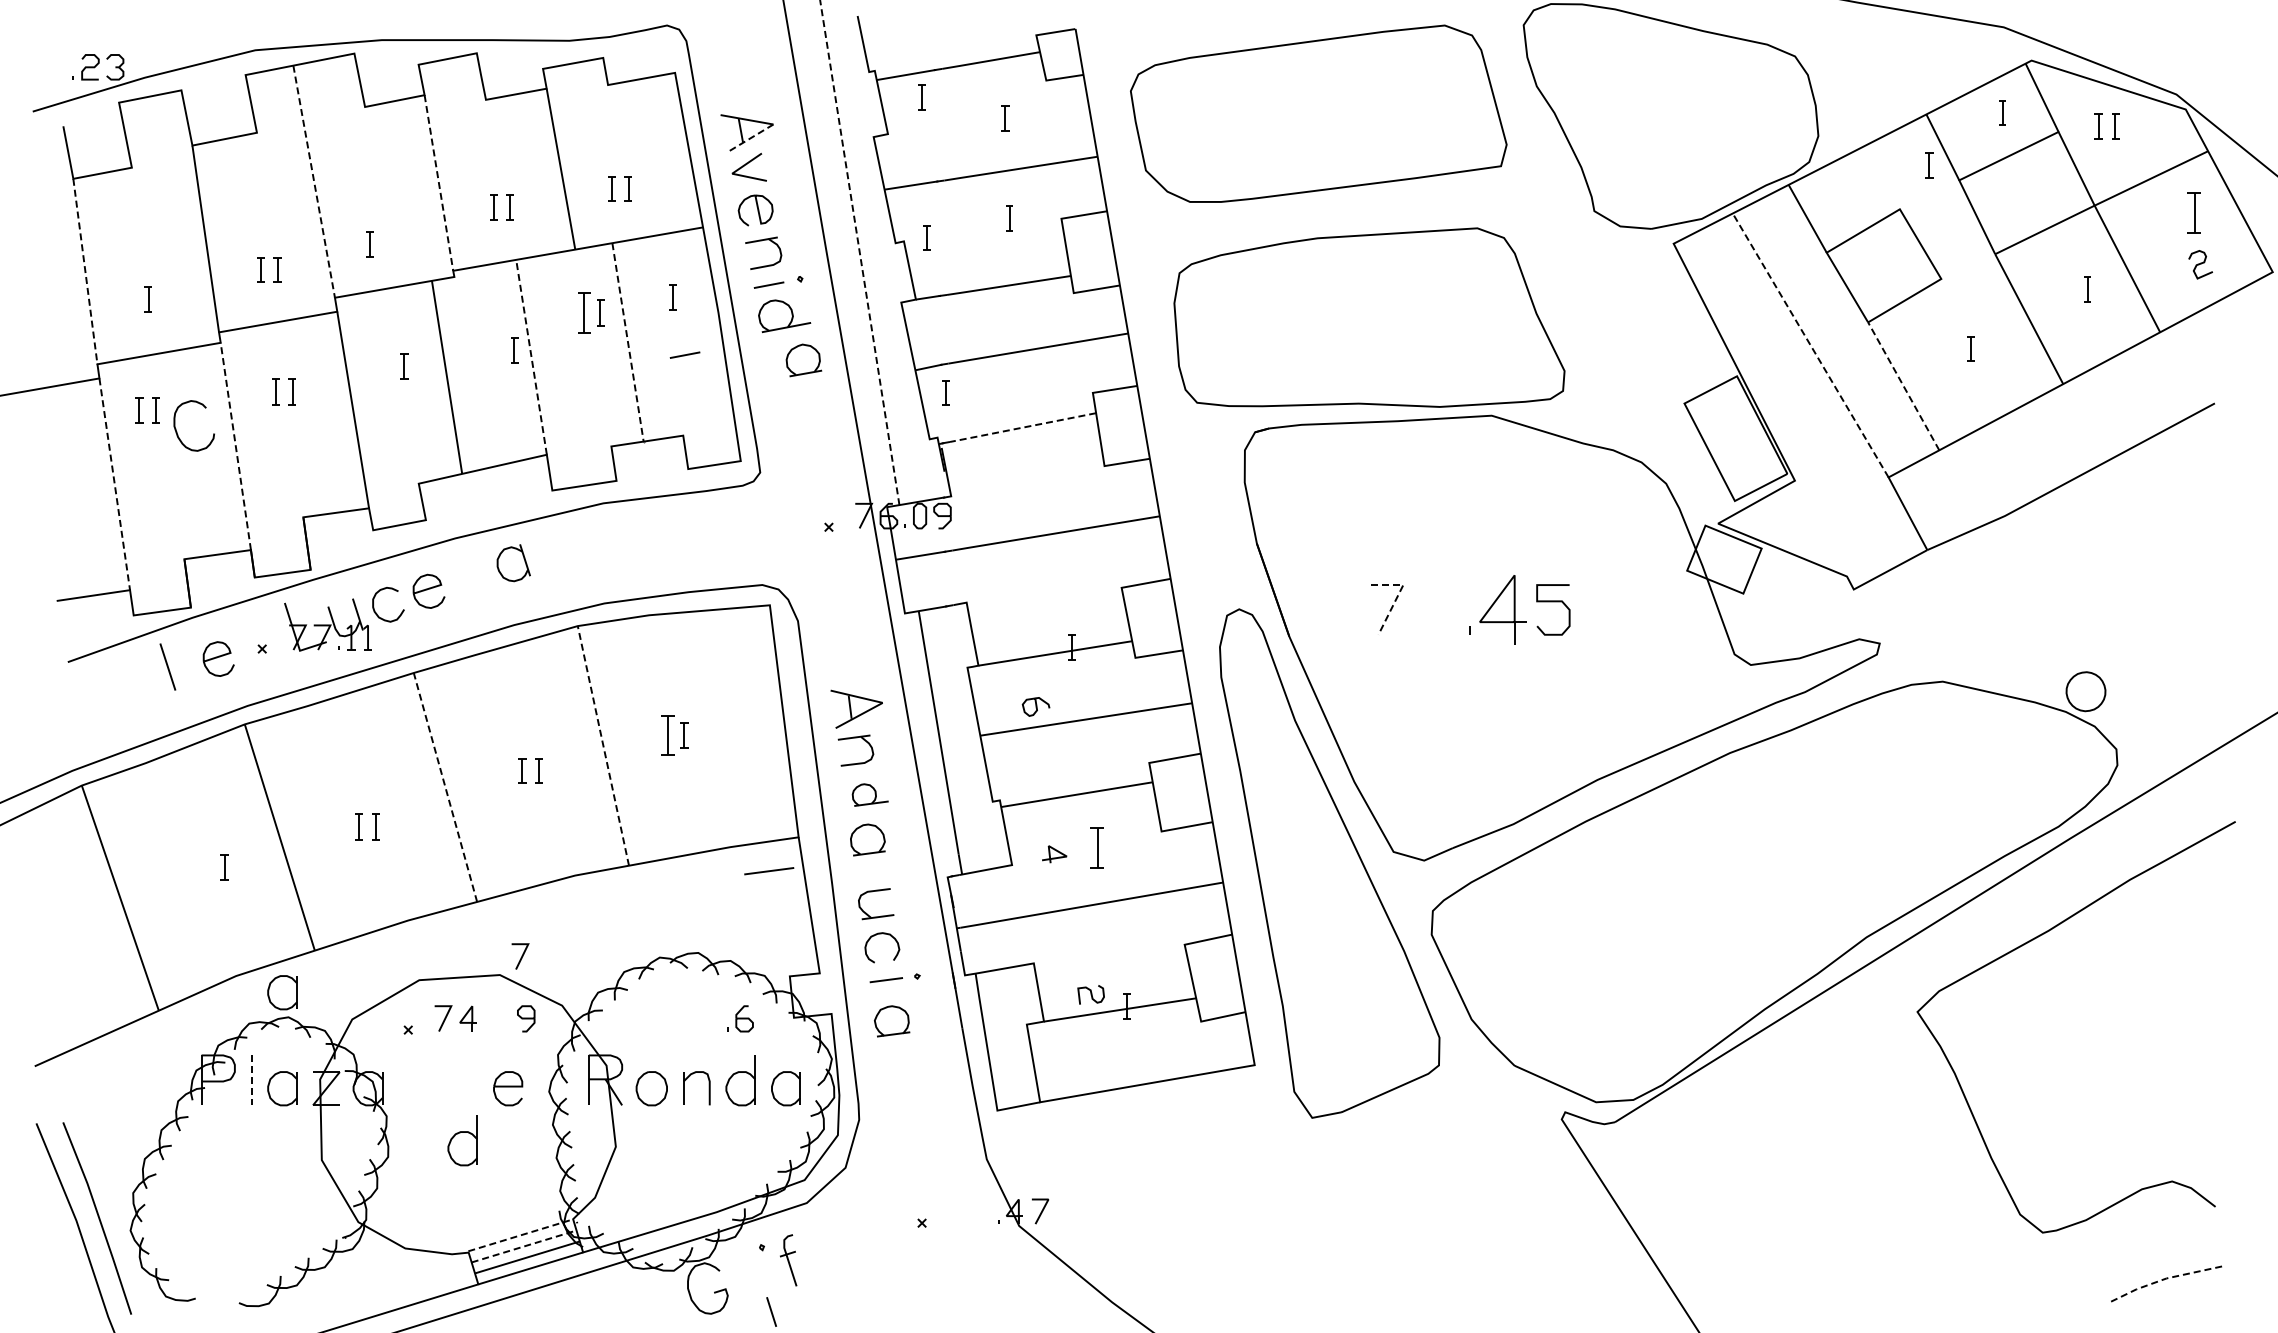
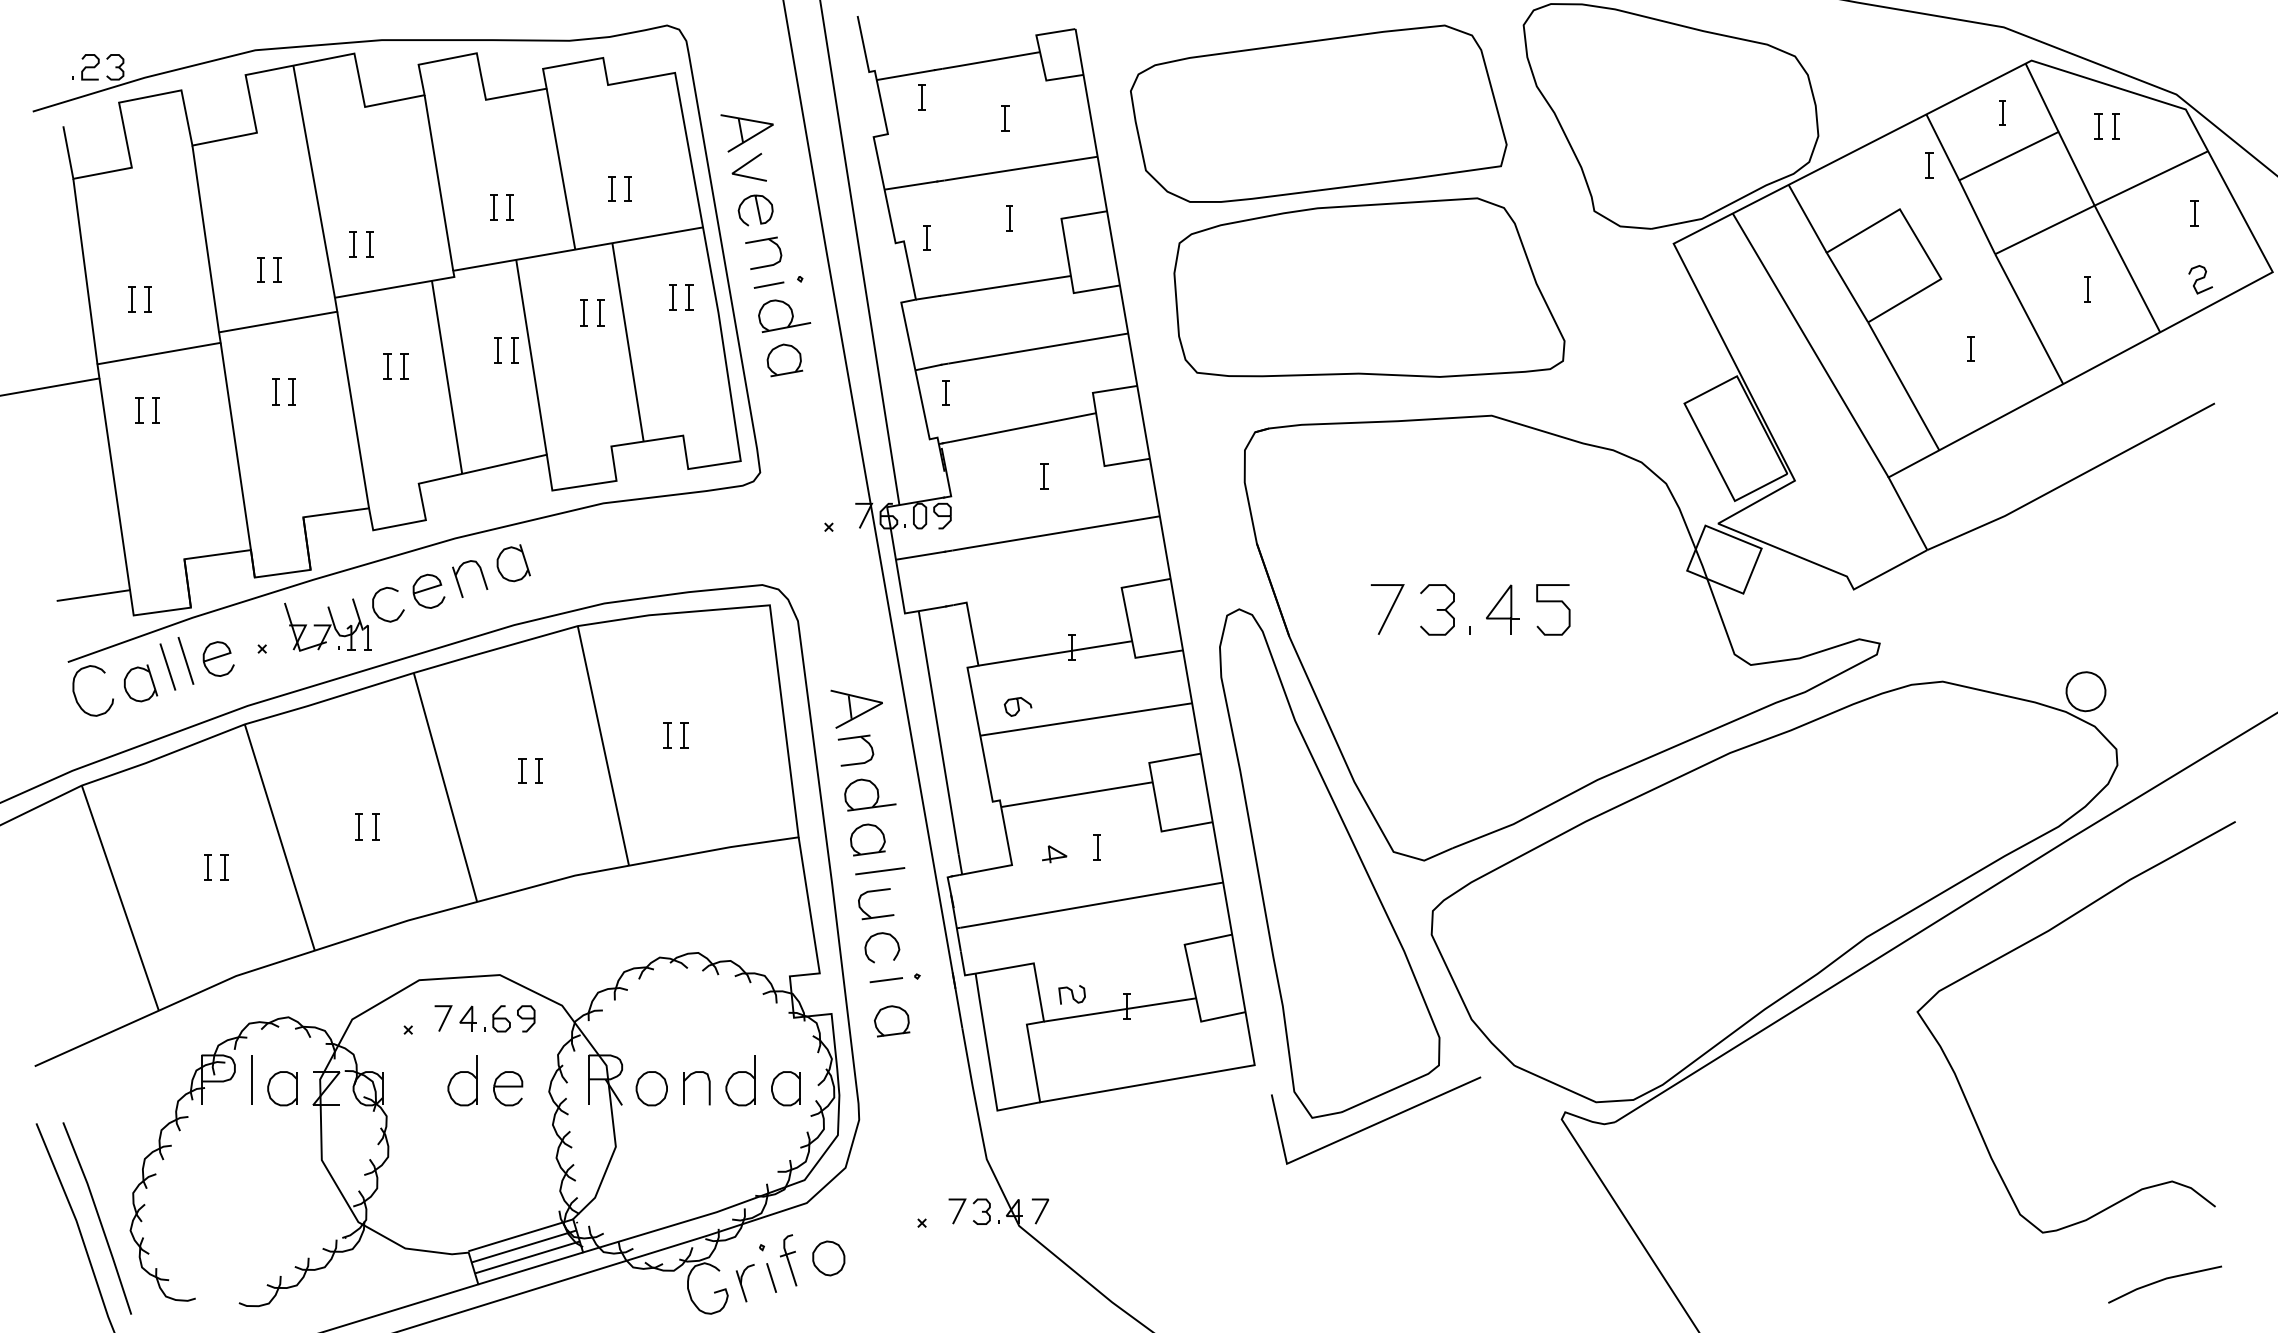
line at (750, 138): dashed -> solid
line at (314, 181): dashed -> solid
line at (438, 183): dashed -> solid
part at (2193, 212) size: 14x42 px -> 9x27 px
part at (352, 244): none -> present
line at (859, 253): dashed -> solid
curve at (2200, 264) position: (2200, 264) -> (2200, 279)
line at (85, 271): dashed -> solid
part at (689, 297): none -> present
part at (131, 299): none -> present
part at (584, 312) size: 13x42 px -> 8x28 px
part at (1369, 317) position: (1369, 317) -> (1369, 287)
line at (628, 343): dashed -> solid
line at (1809, 344): dashed -> solid
part at (497, 350): none -> present
line at (684, 354): present -> none
line at (531, 357): dashed -> solid
part at (803, 360) position: (803, 360) -> (784, 360)
part at (387, 366): none -> present
line at (1903, 385): dashed -> solid
line at (1021, 427): dashed -> solid
curve at (177, 431) position: (177, 431) -> (76, 696)
line at (235, 446): dashed -> solid
part at (1044, 476): none -> present
line at (114, 484): dashed -> solid
part at (481, 575): none -> present
line at (1398, 594): dashed -> solid
part at (1437, 609): none -> present
part at (1502, 609) size: 48x70 px -> 34x51 px
line at (185, 660): none -> present
part at (141, 683): none -> present
part at (1035, 706) position: (1035, 706) -> (1017, 706)
part at (667, 735) size: 14x41 px -> 9x27 px
line at (603, 746): dashed -> solid
line at (445, 788): dashed -> solid
part at (869, 794) size: 38x24 px -> 53x34 px
part at (1096, 847) size: 14x42 px -> 8x27 px
part at (207, 867): none -> present
line at (769, 871) position: (769, 871) -> (880, 871)
line at (521, 956): present -> none
part at (282, 992): present -> none
curve at (1090, 994) position: (1090, 994) -> (1071, 994)
part at (740, 1018) position: (740, 1018) -> (497, 1018)
line at (251, 1080): dashed -> solid
line at (1376, 1122): none -> present
part at (462, 1140) position: (462, 1140) -> (462, 1080)
part at (973, 1204): none -> present
line at (522, 1234): dashed -> solid
line at (525, 1245): dashed -> solid
part at (828, 1258): none -> present
line at (2162, 1279): dashed -> solid
part at (744, 1283): none -> present
line at (771, 1311) position: (771, 1311) -> (771, 1277)
